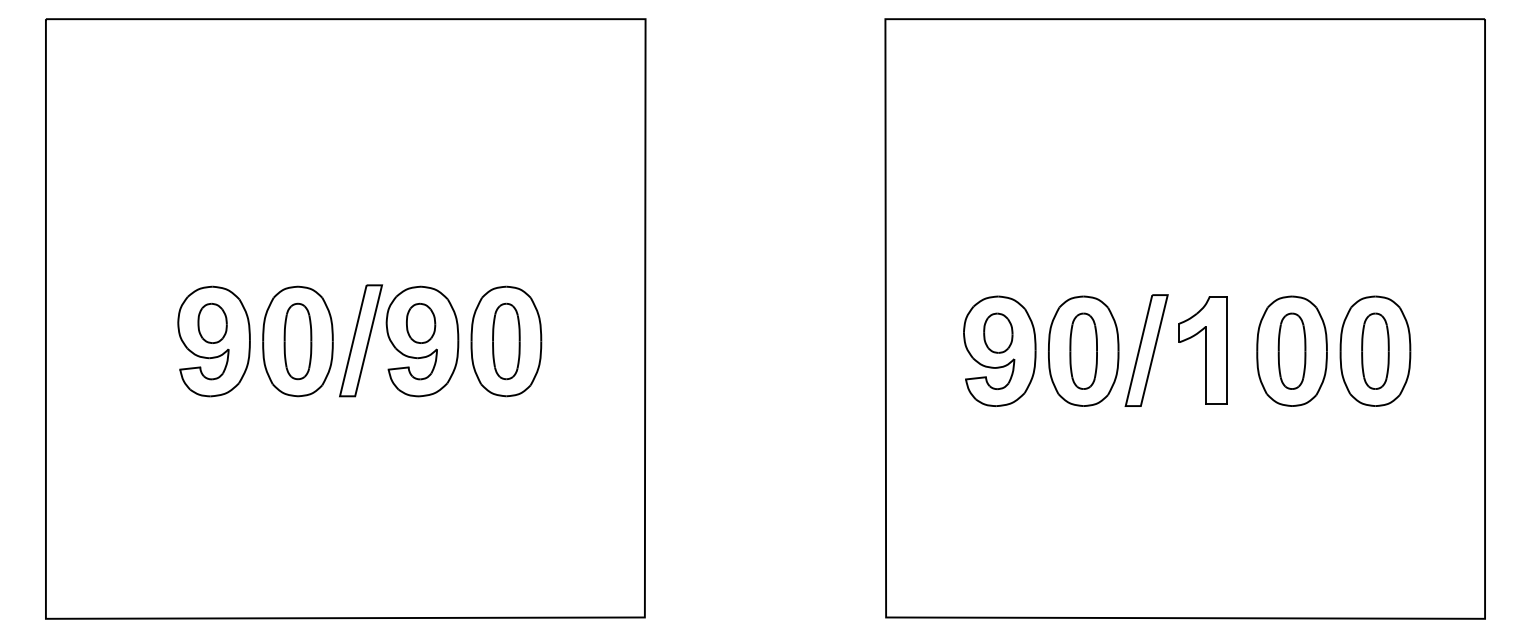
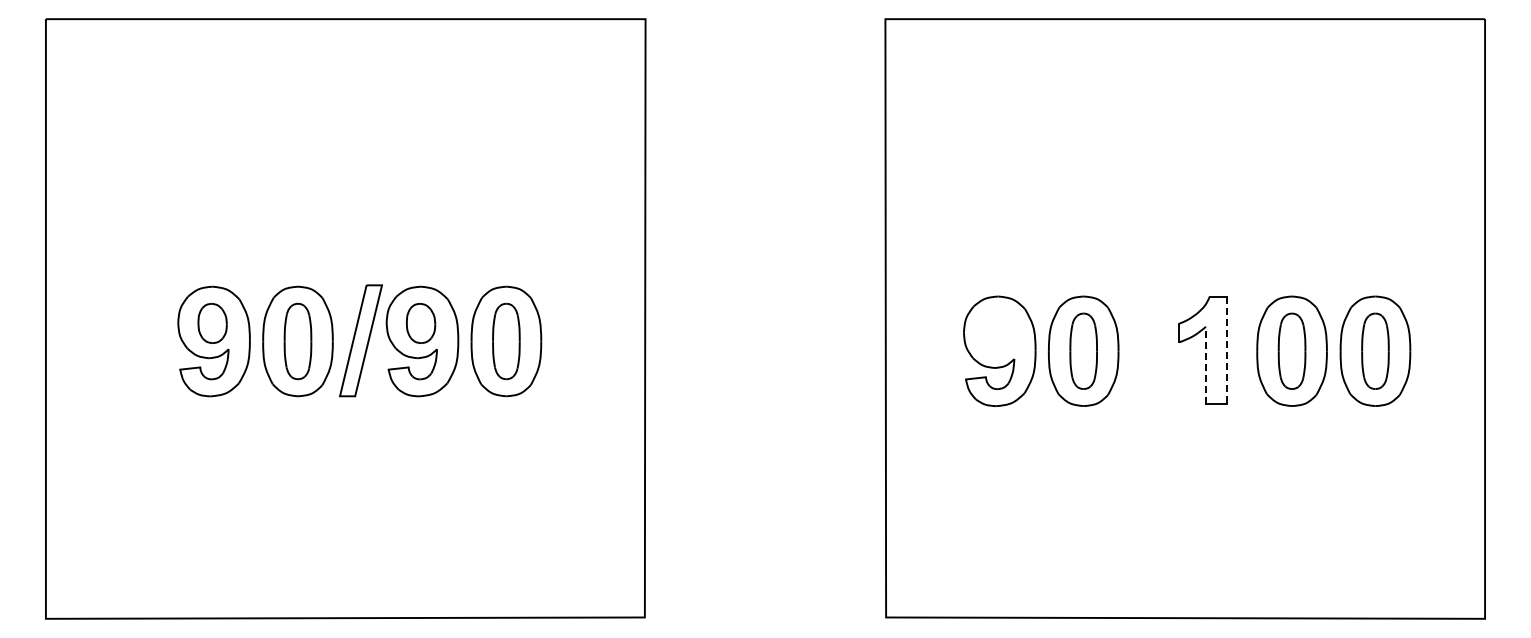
part at (998, 332): present -> none
part at (1146, 350): present -> none
line at (1226, 350): solid -> dashed
line at (1206, 365): solid -> dashed
